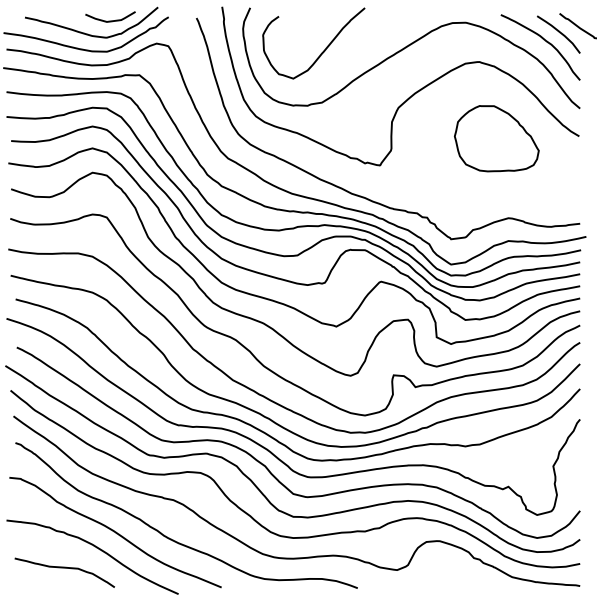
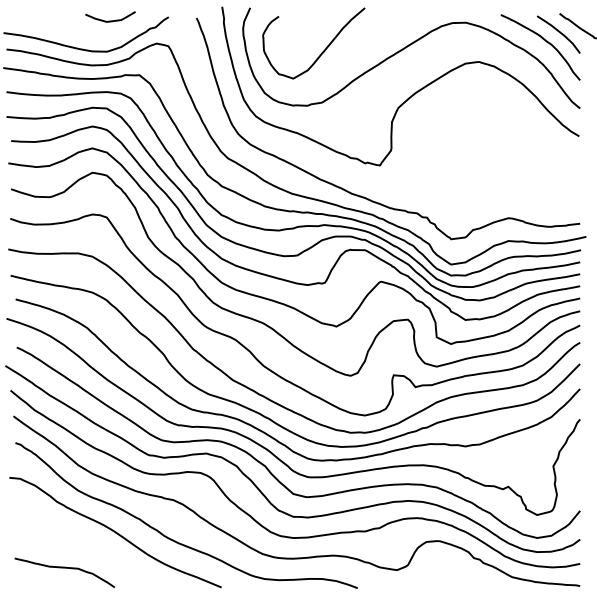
curve at (87, 33): present -> none
part at (496, 138): present -> none
curve at (96, 548): present -> none
